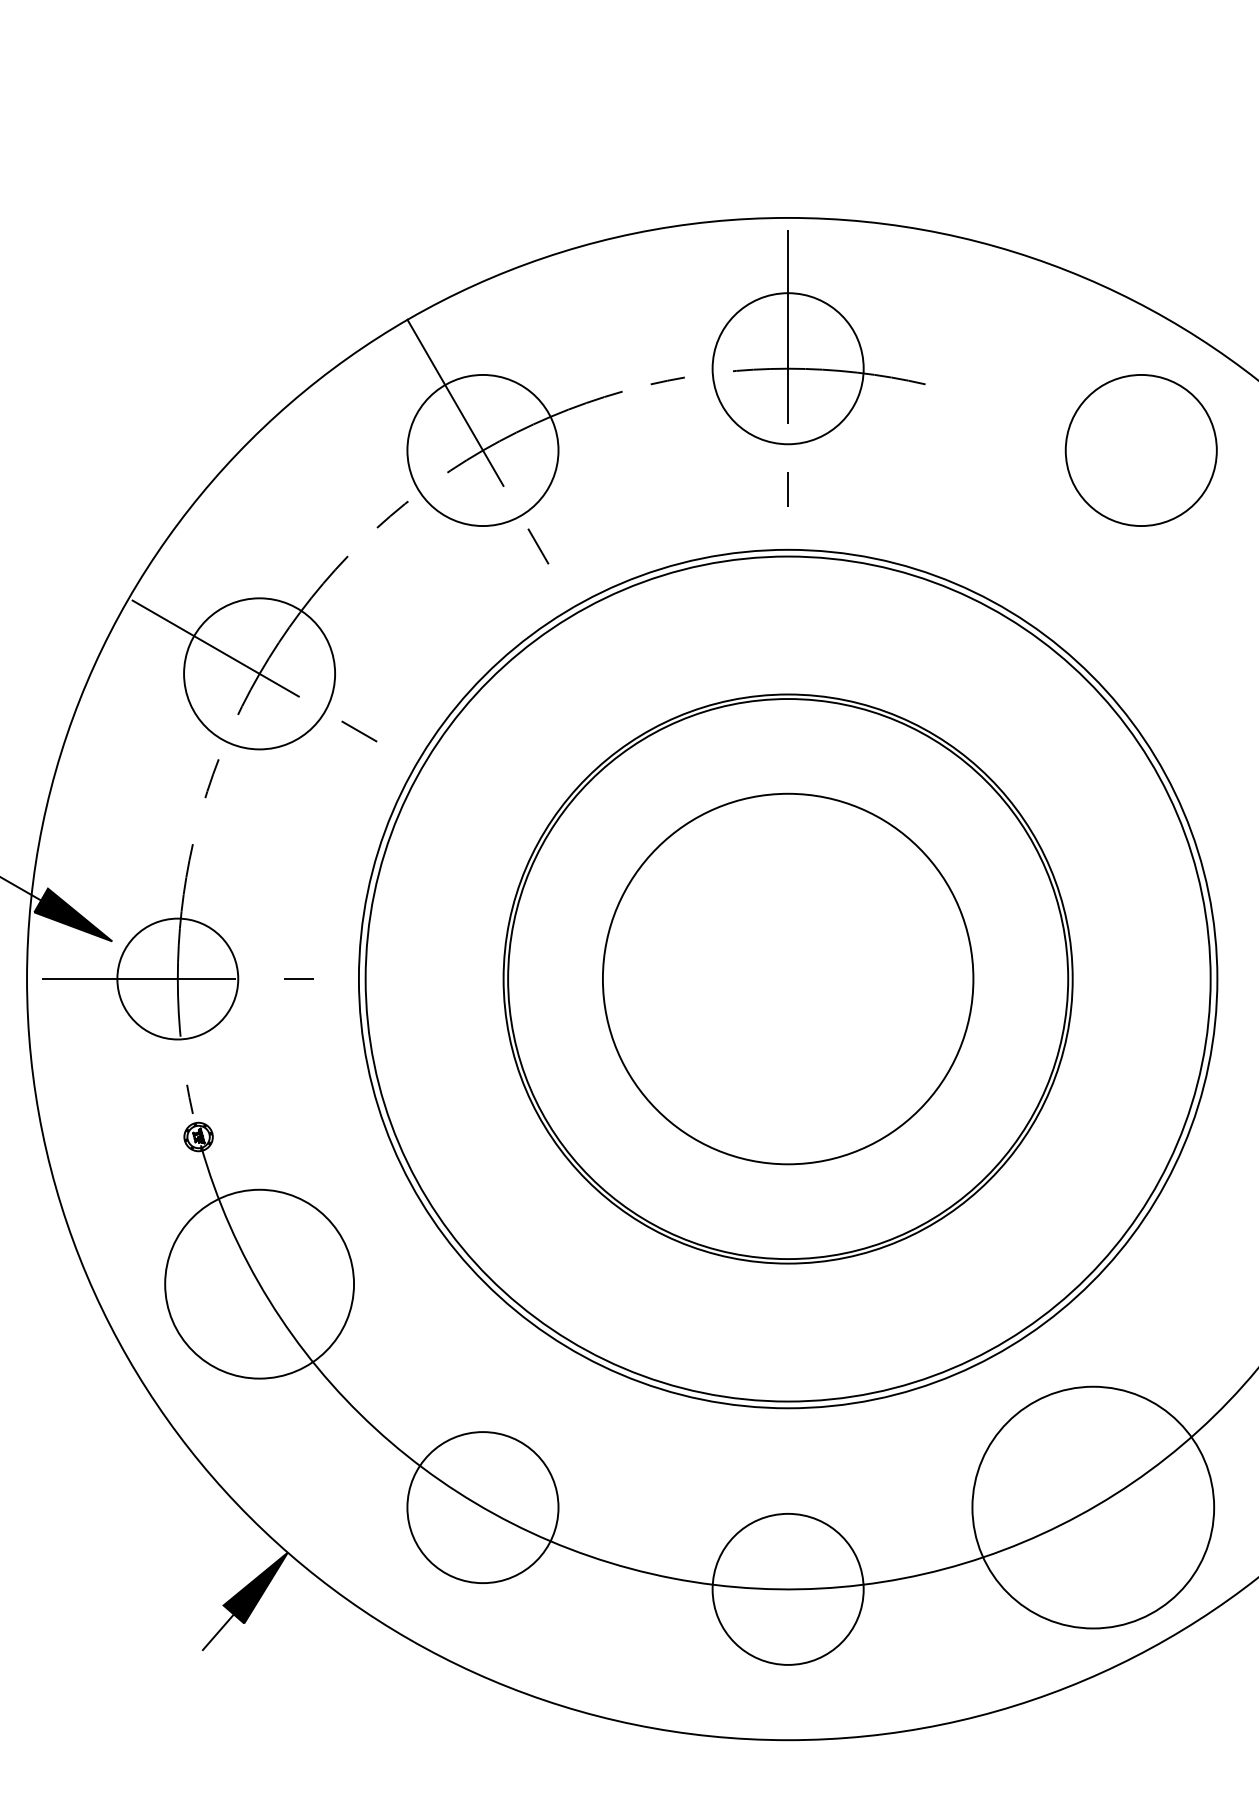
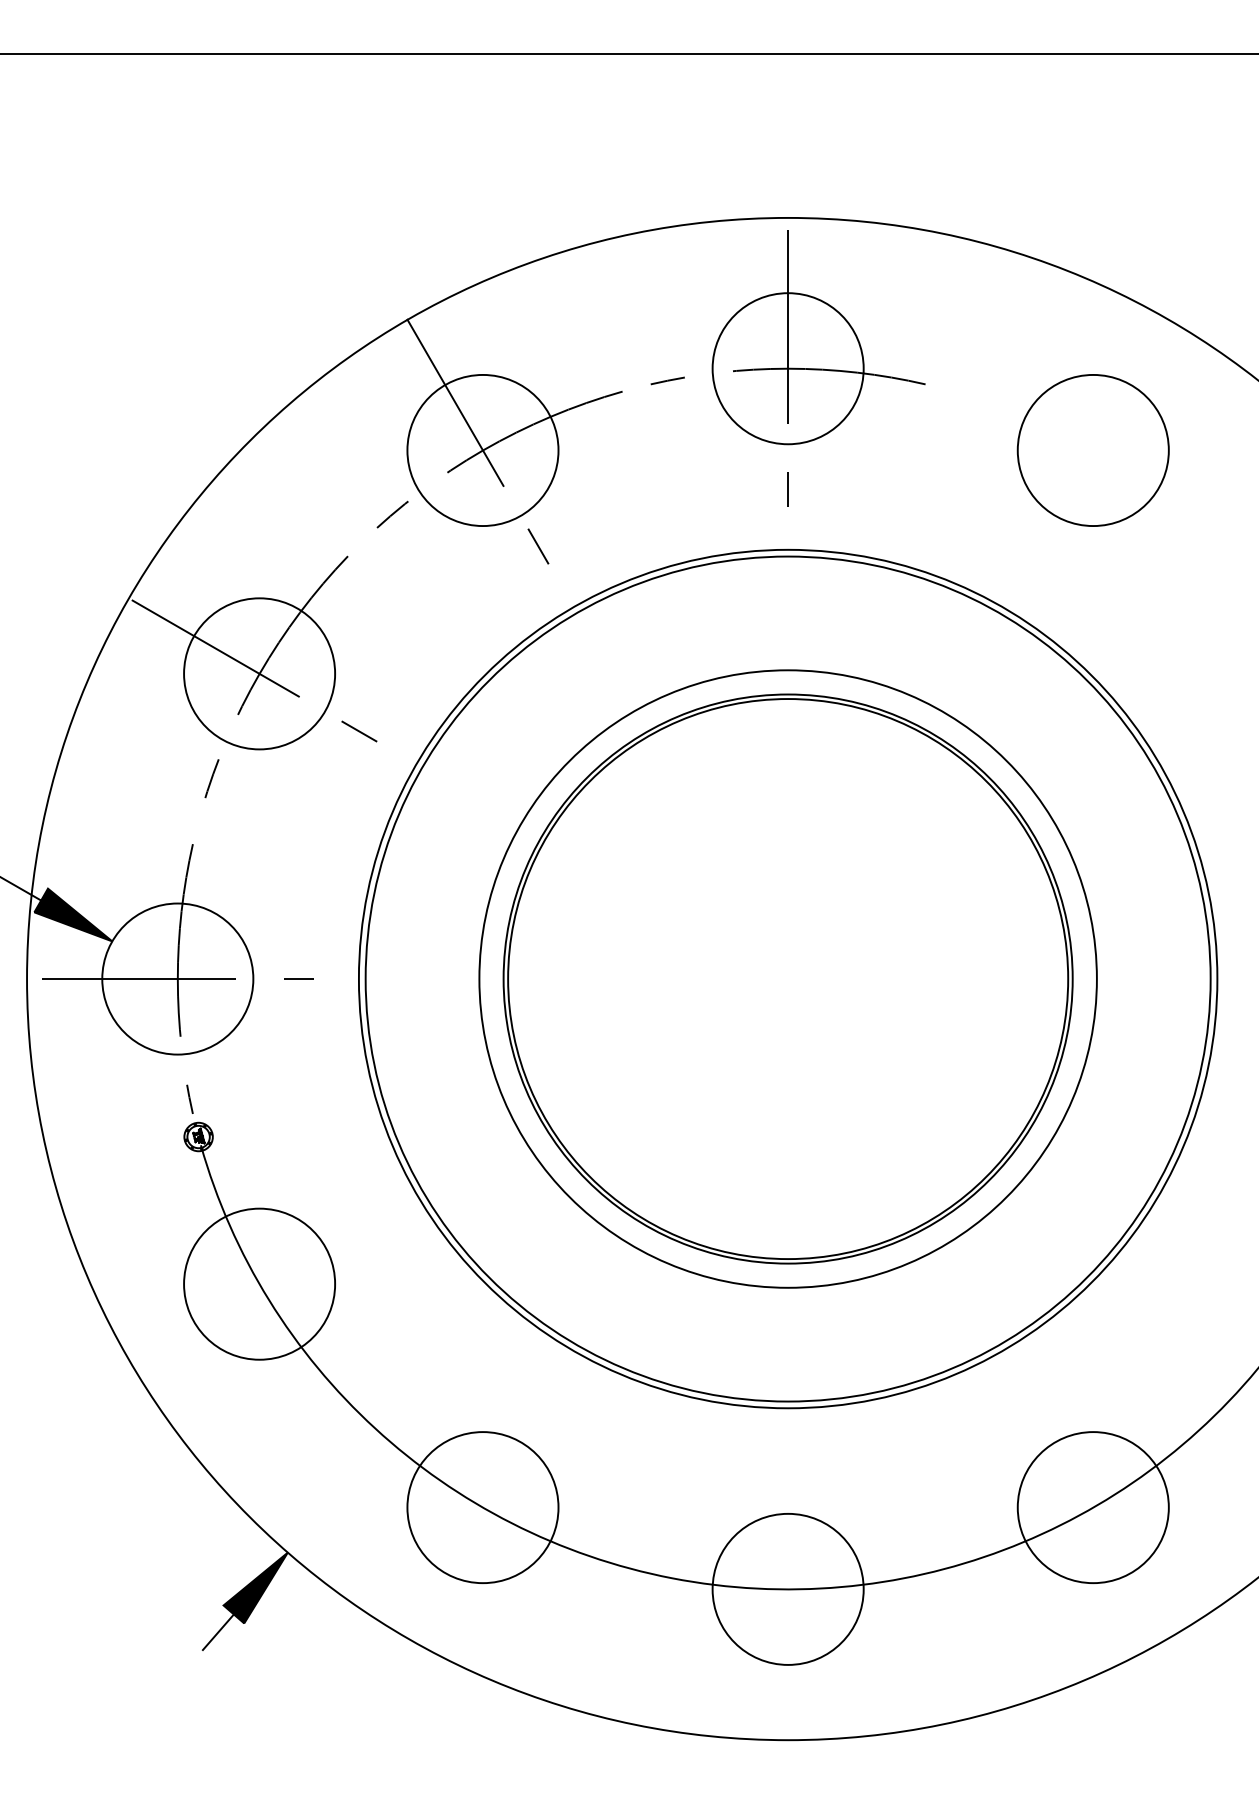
line at (628, 53): none -> present
circle at (1140, 450) position: (1140, 450) -> (1092, 450)
circle at (177, 978) diameter: 121 px -> 151 px
circle at (787, 978) diameter: 371 px -> 618 px
circle at (259, 1283) diameter: 189 px -> 151 px
circle at (1093, 1507) diameter: 242 px -> 151 px
